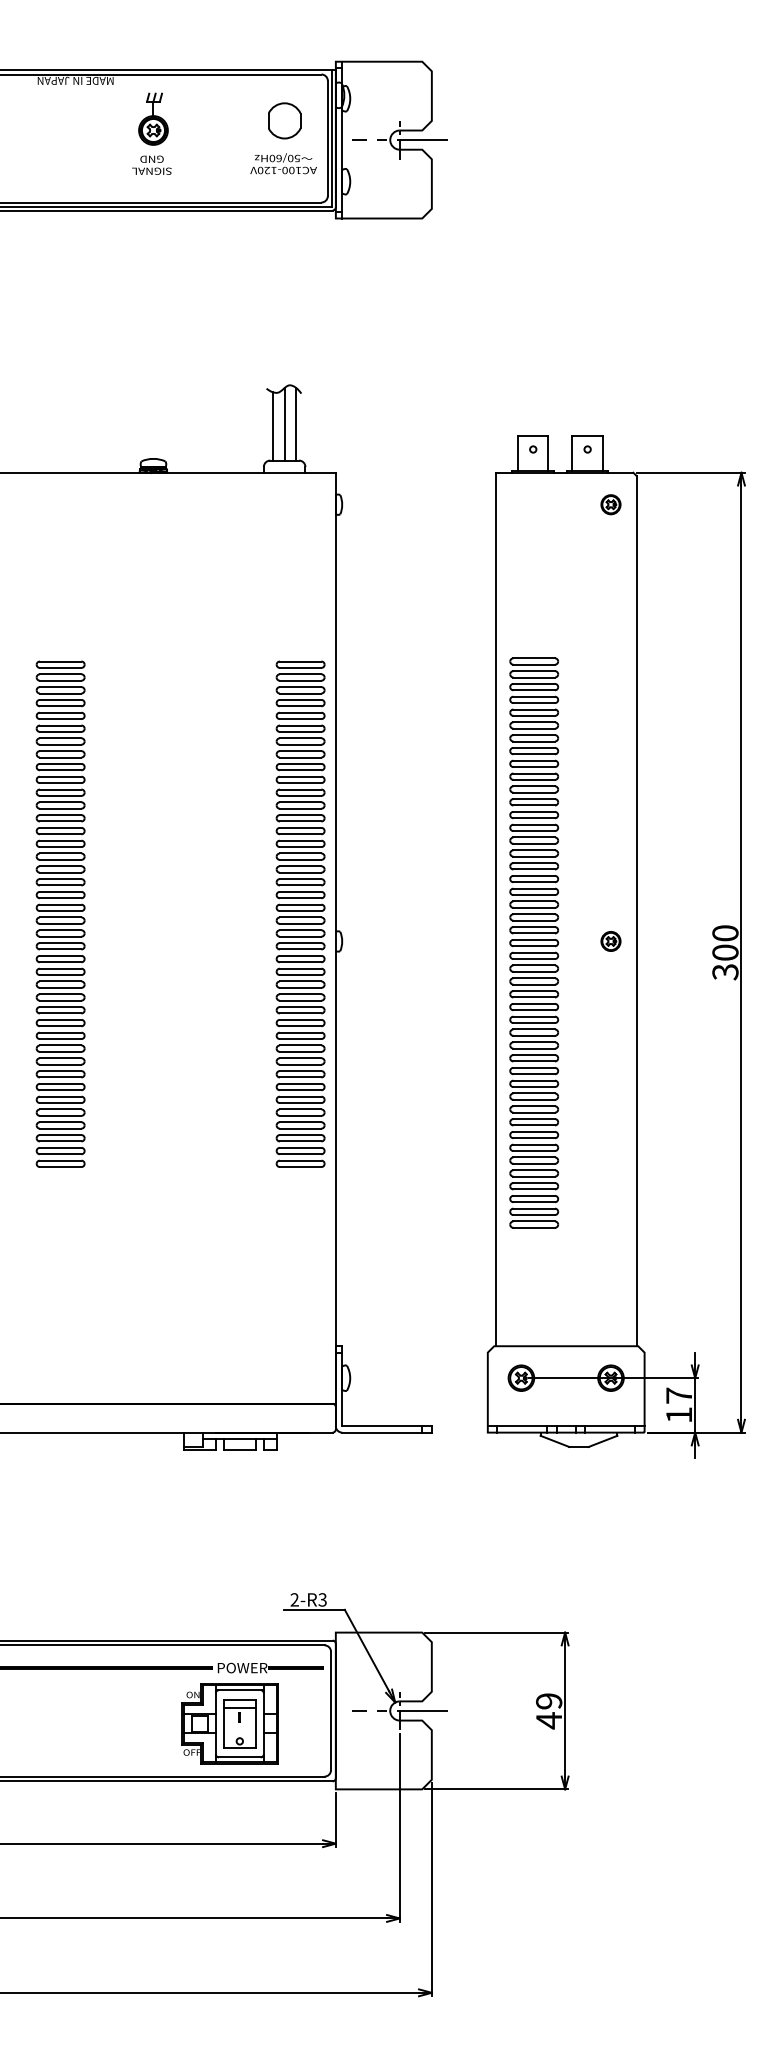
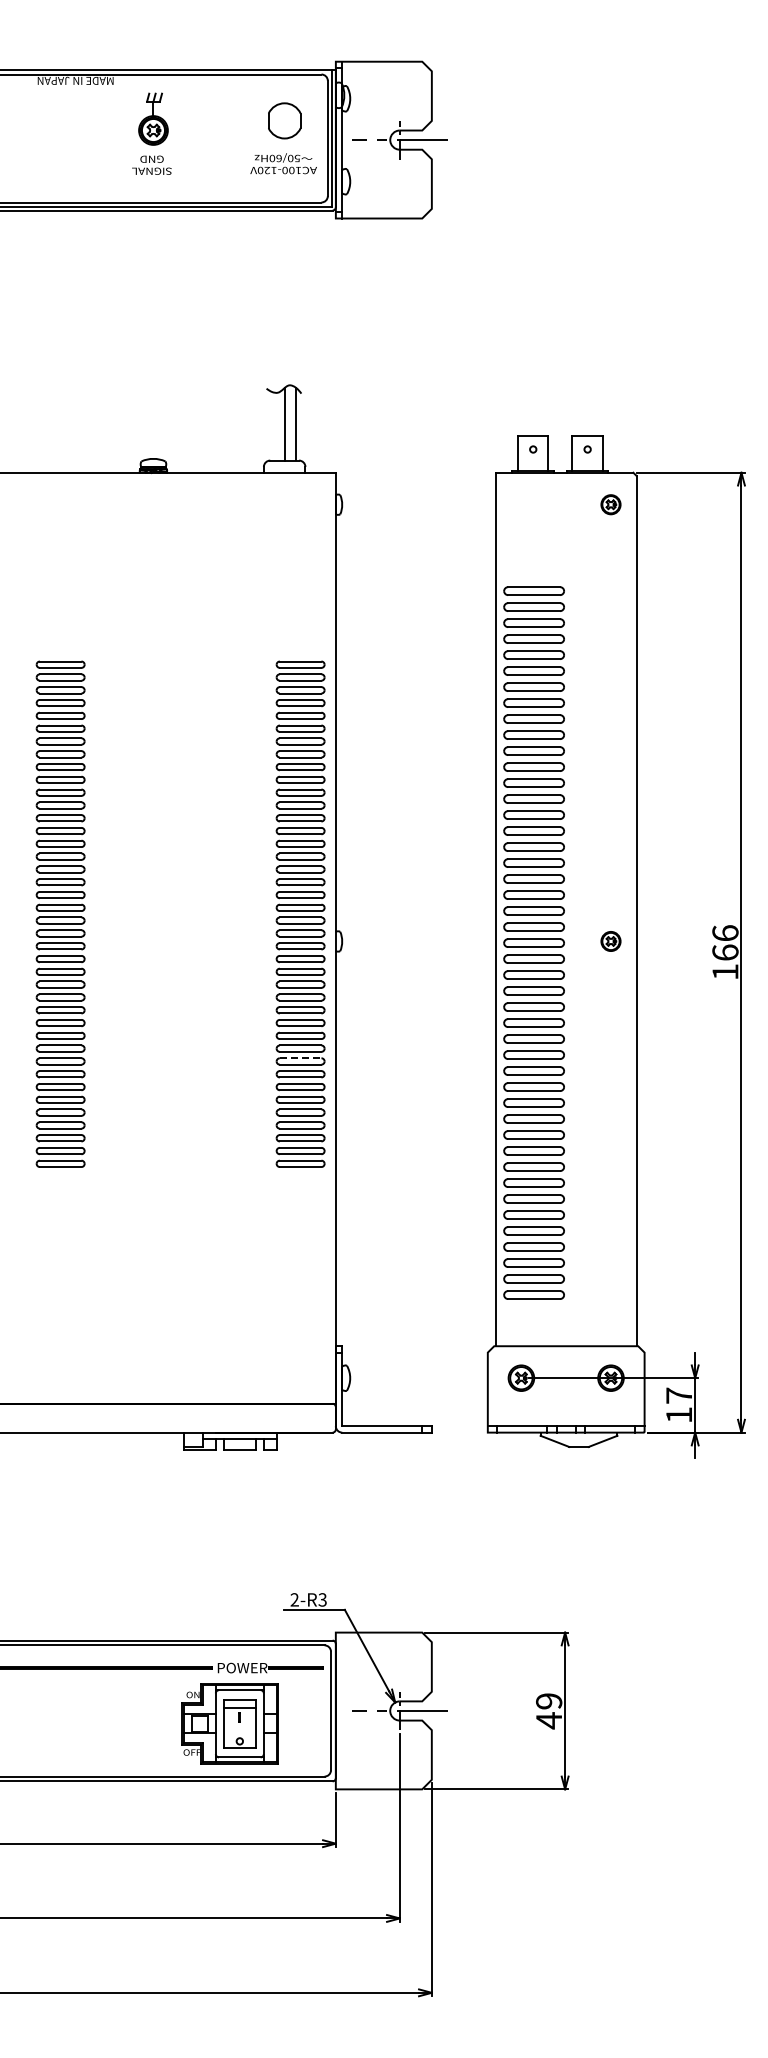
line at (273, 426): present -> none
part at (534, 942) size: 51x572 px -> 62x714 px
text at (725, 952): 300 -> 166
line at (300, 1058): solid -> dashed
